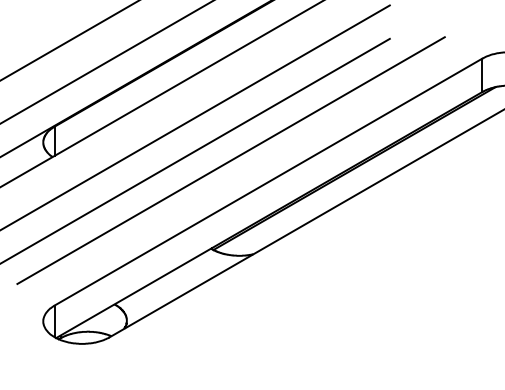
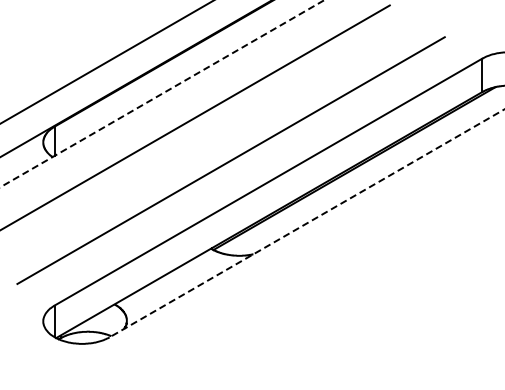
line at (69, 40): present -> none
line at (162, 93): solid -> dashed
line at (195, 150): present -> none
line at (306, 223): solid -> dashed
